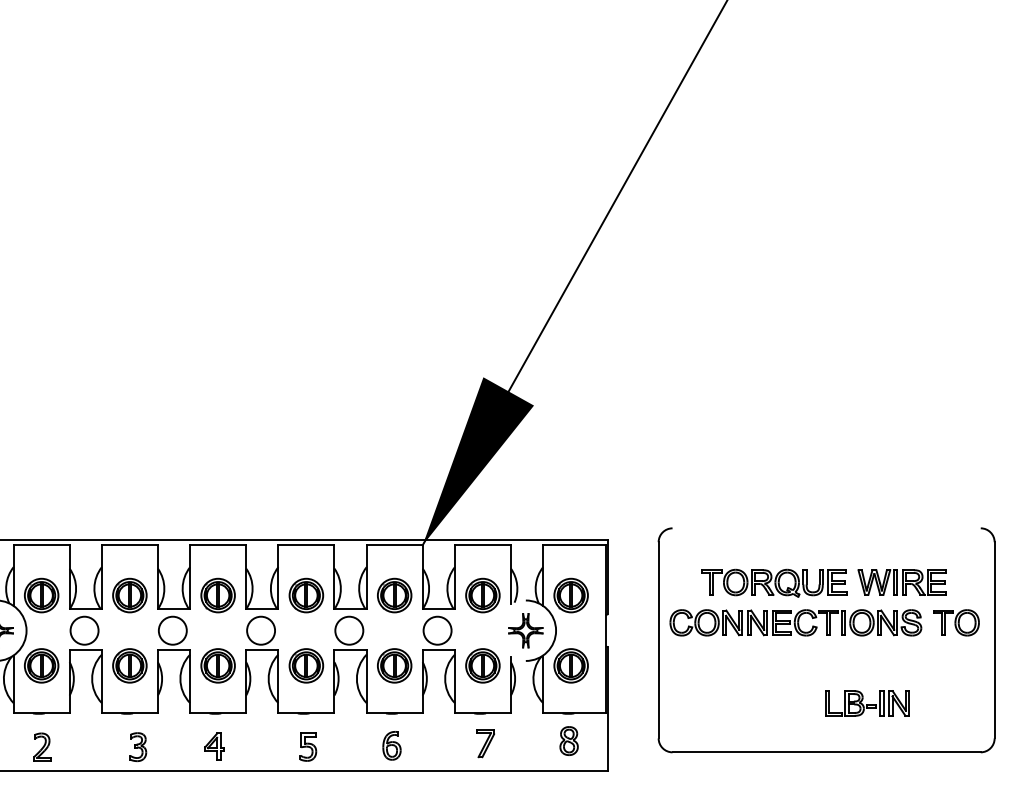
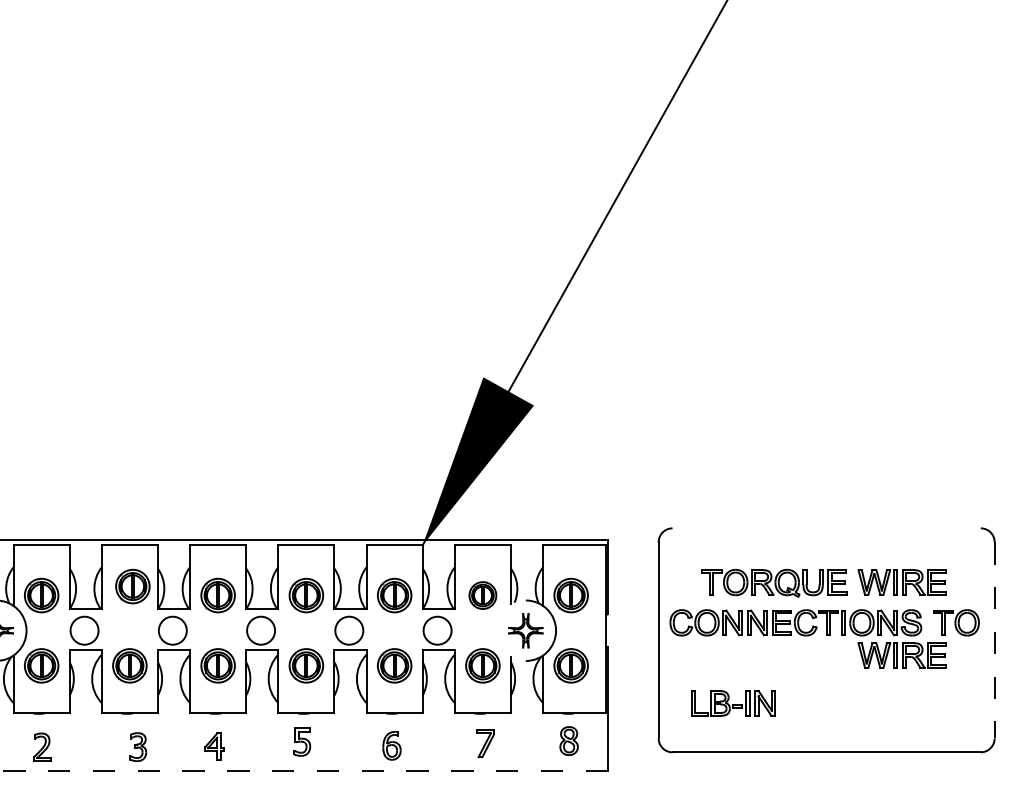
part at (129, 595) position: (129, 595) -> (132, 586)
part at (482, 595) size: 36x37 px -> 30x29 px
line at (994, 640): solid -> dashed
part at (901, 655): none -> present
part at (867, 703) position: (867, 703) -> (733, 703)
part at (308, 746) position: (308, 746) -> (302, 741)
line at (304, 770): solid -> dashed
